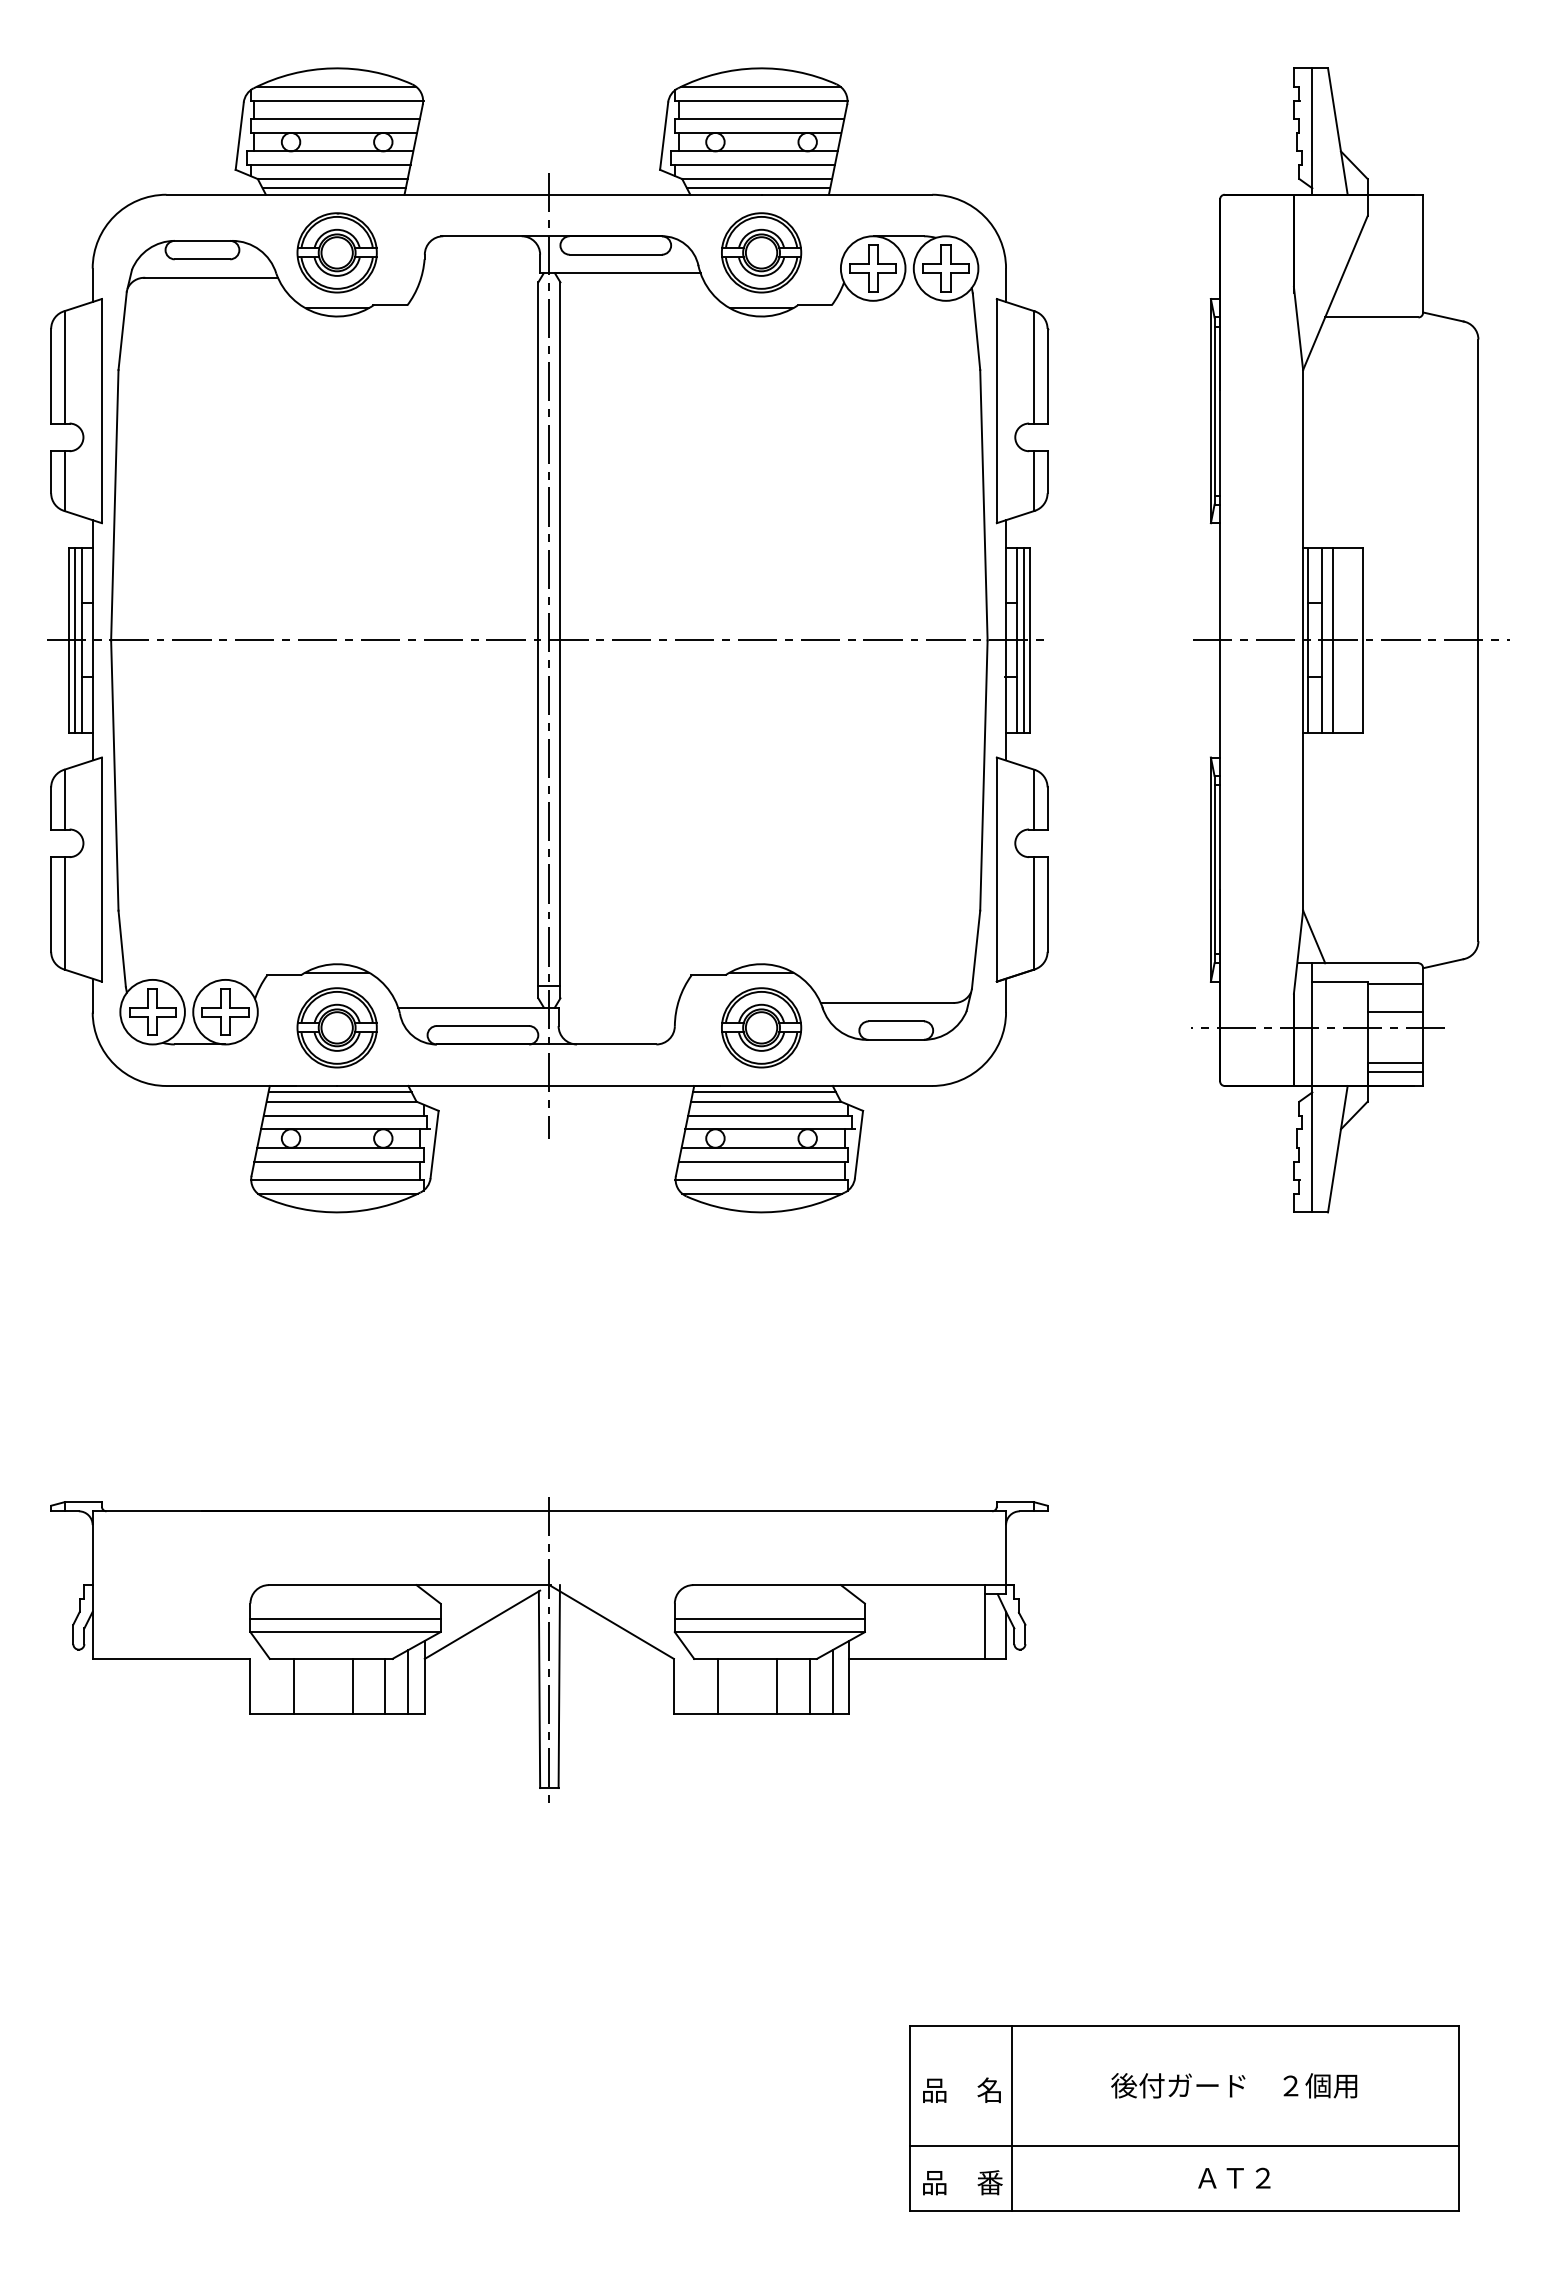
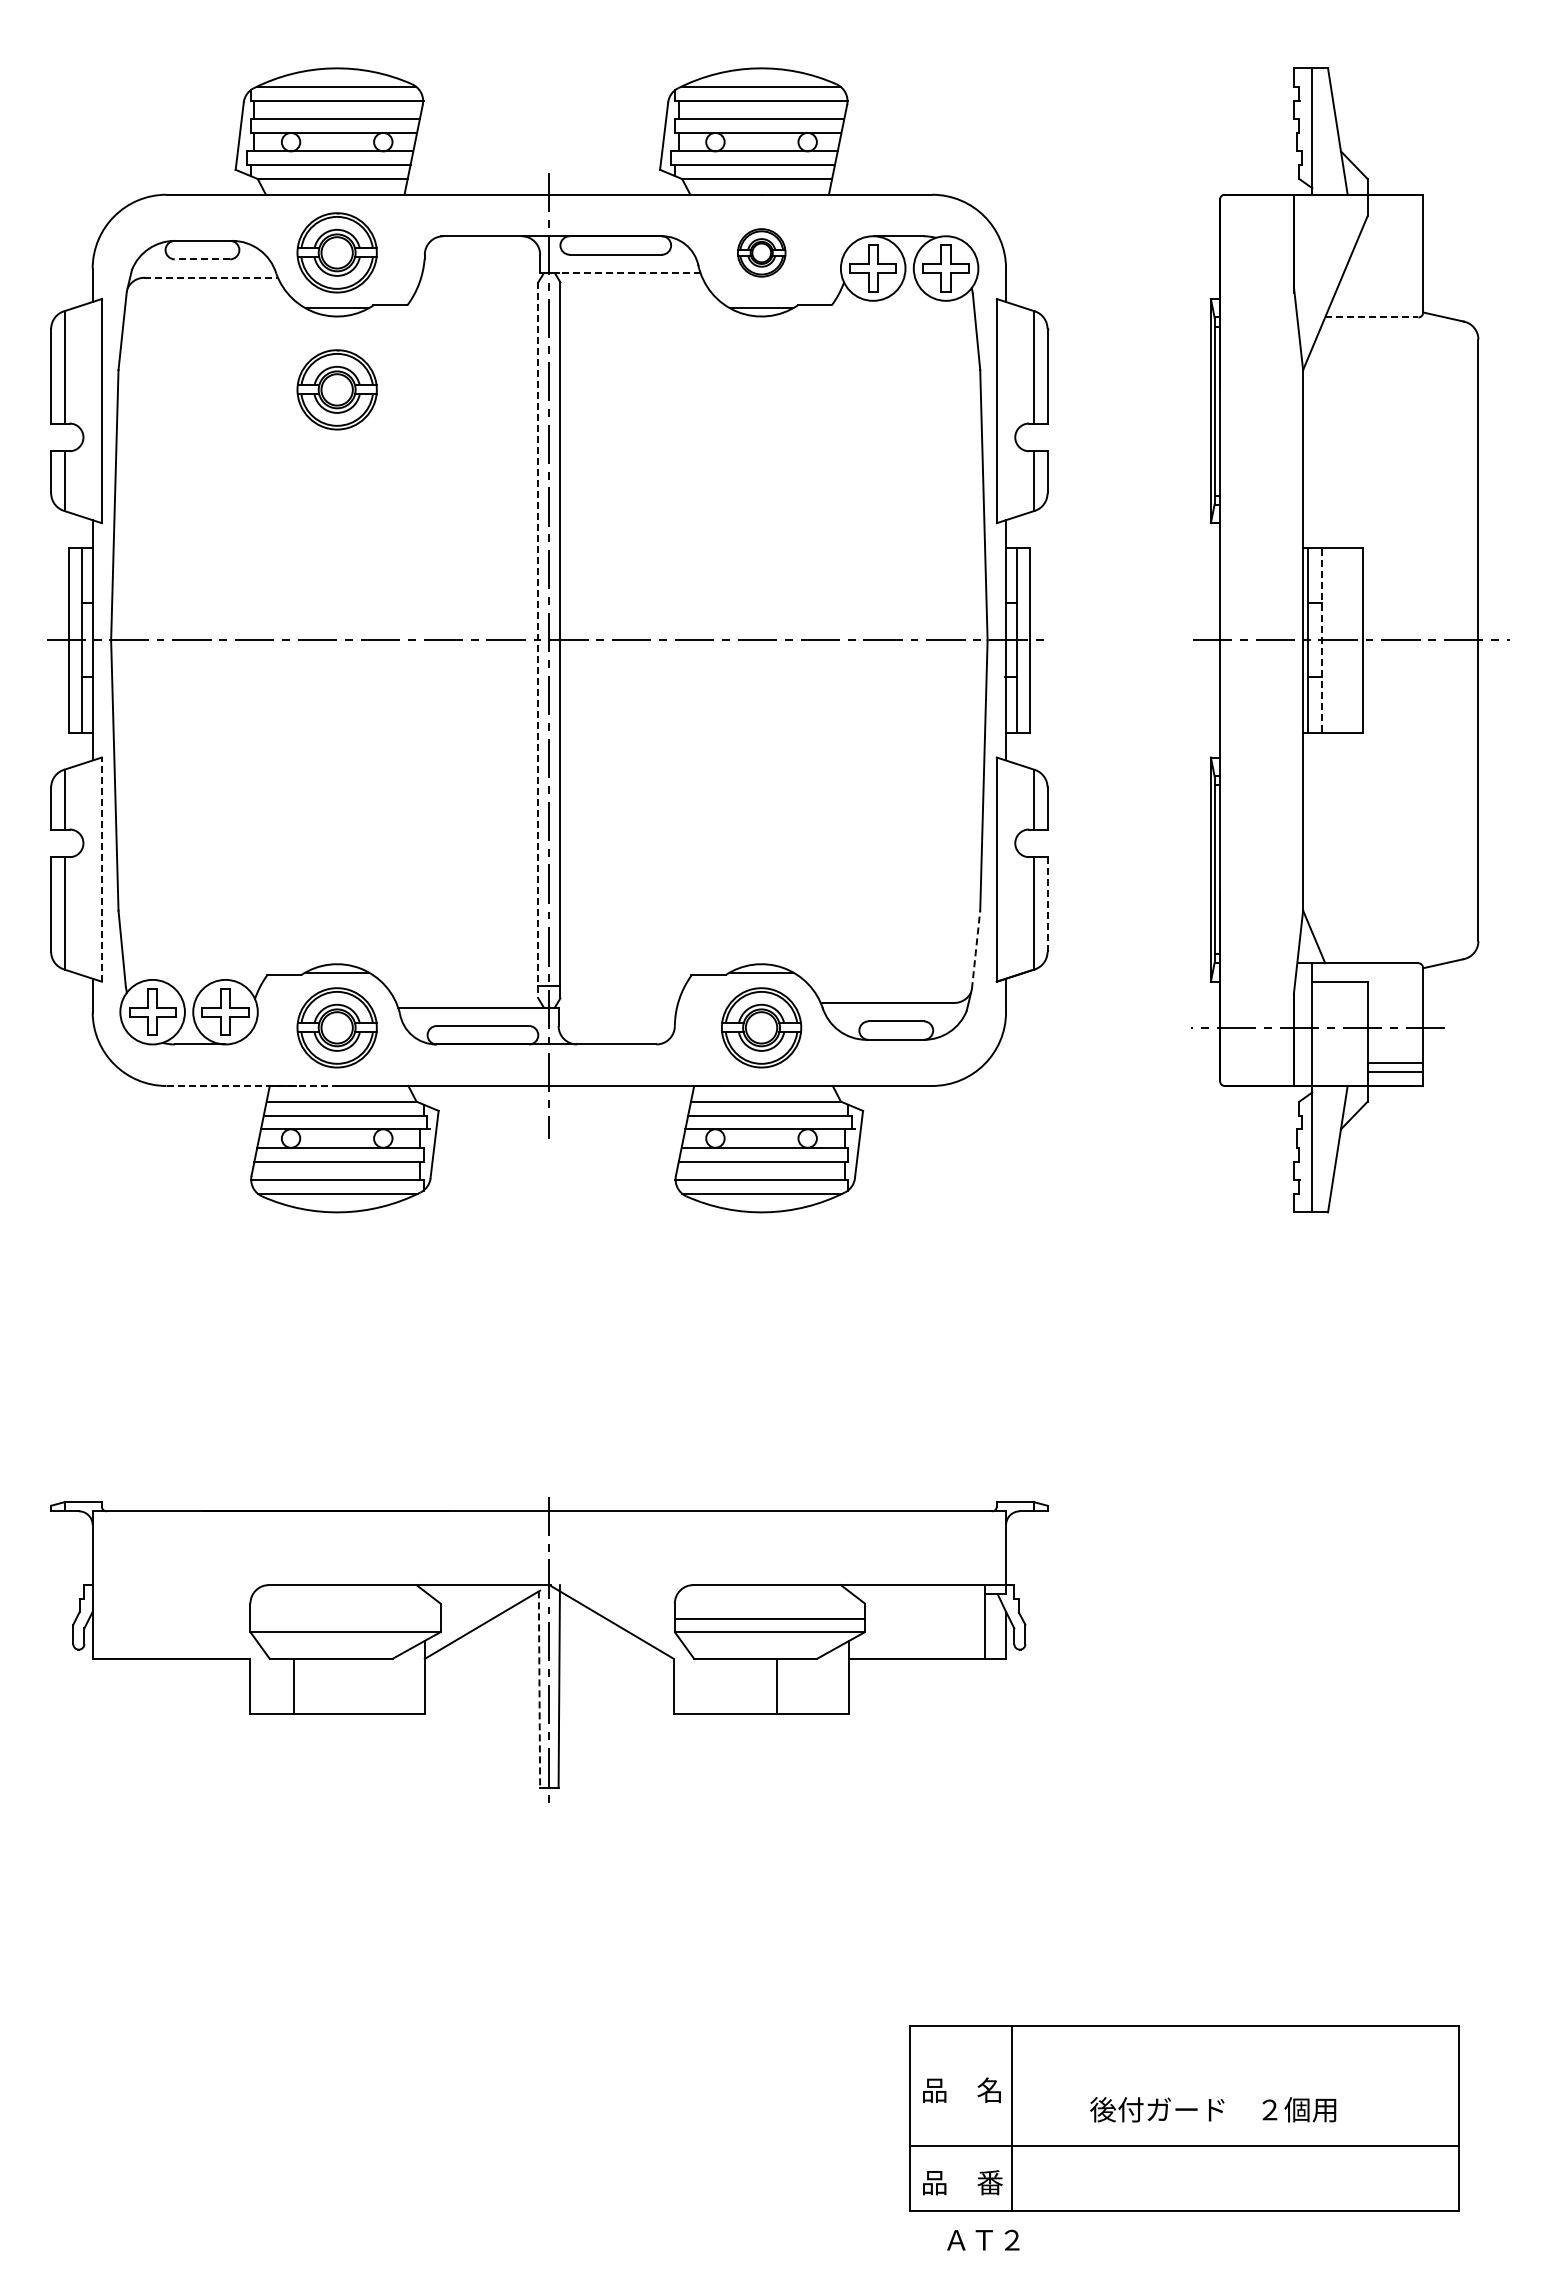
line at (333, 188): present -> none
line at (758, 188): present -> none
part at (761, 252) size: 82x82 px -> 50x50 px
line at (202, 259): solid -> dashed
line at (627, 273): solid -> dashed
line at (211, 277): solid -> dashed
line at (1371, 317): solid -> dashed
part at (336, 389): none -> present
line at (75, 640): present -> none
line at (538, 640): solid -> dashed
line at (1023, 640): present -> none
line at (1321, 640): solid -> dashed
line at (1332, 640): present -> none
line at (101, 869): solid -> dashed
line at (1047, 904): solid -> dashed
line at (976, 949): solid -> dashed
line at (1395, 984): present -> none
line at (1395, 1012): present -> none
line at (252, 1085): solid -> dashed
line at (339, 1092): present -> none
line at (764, 1092): present -> none
line at (345, 1619): present -> none
line at (408, 1682): present -> none
line at (832, 1682): present -> none
line at (352, 1686): present -> none
line at (385, 1686): present -> none
line at (718, 1686): present -> none
line at (809, 1686): present -> none
line at (539, 1690): solid -> dashed
text at (1234, 2085) position: (1234, 2085) -> (1213, 2109)
text at (1234, 2177) position: (1234, 2177) -> (983, 2239)
